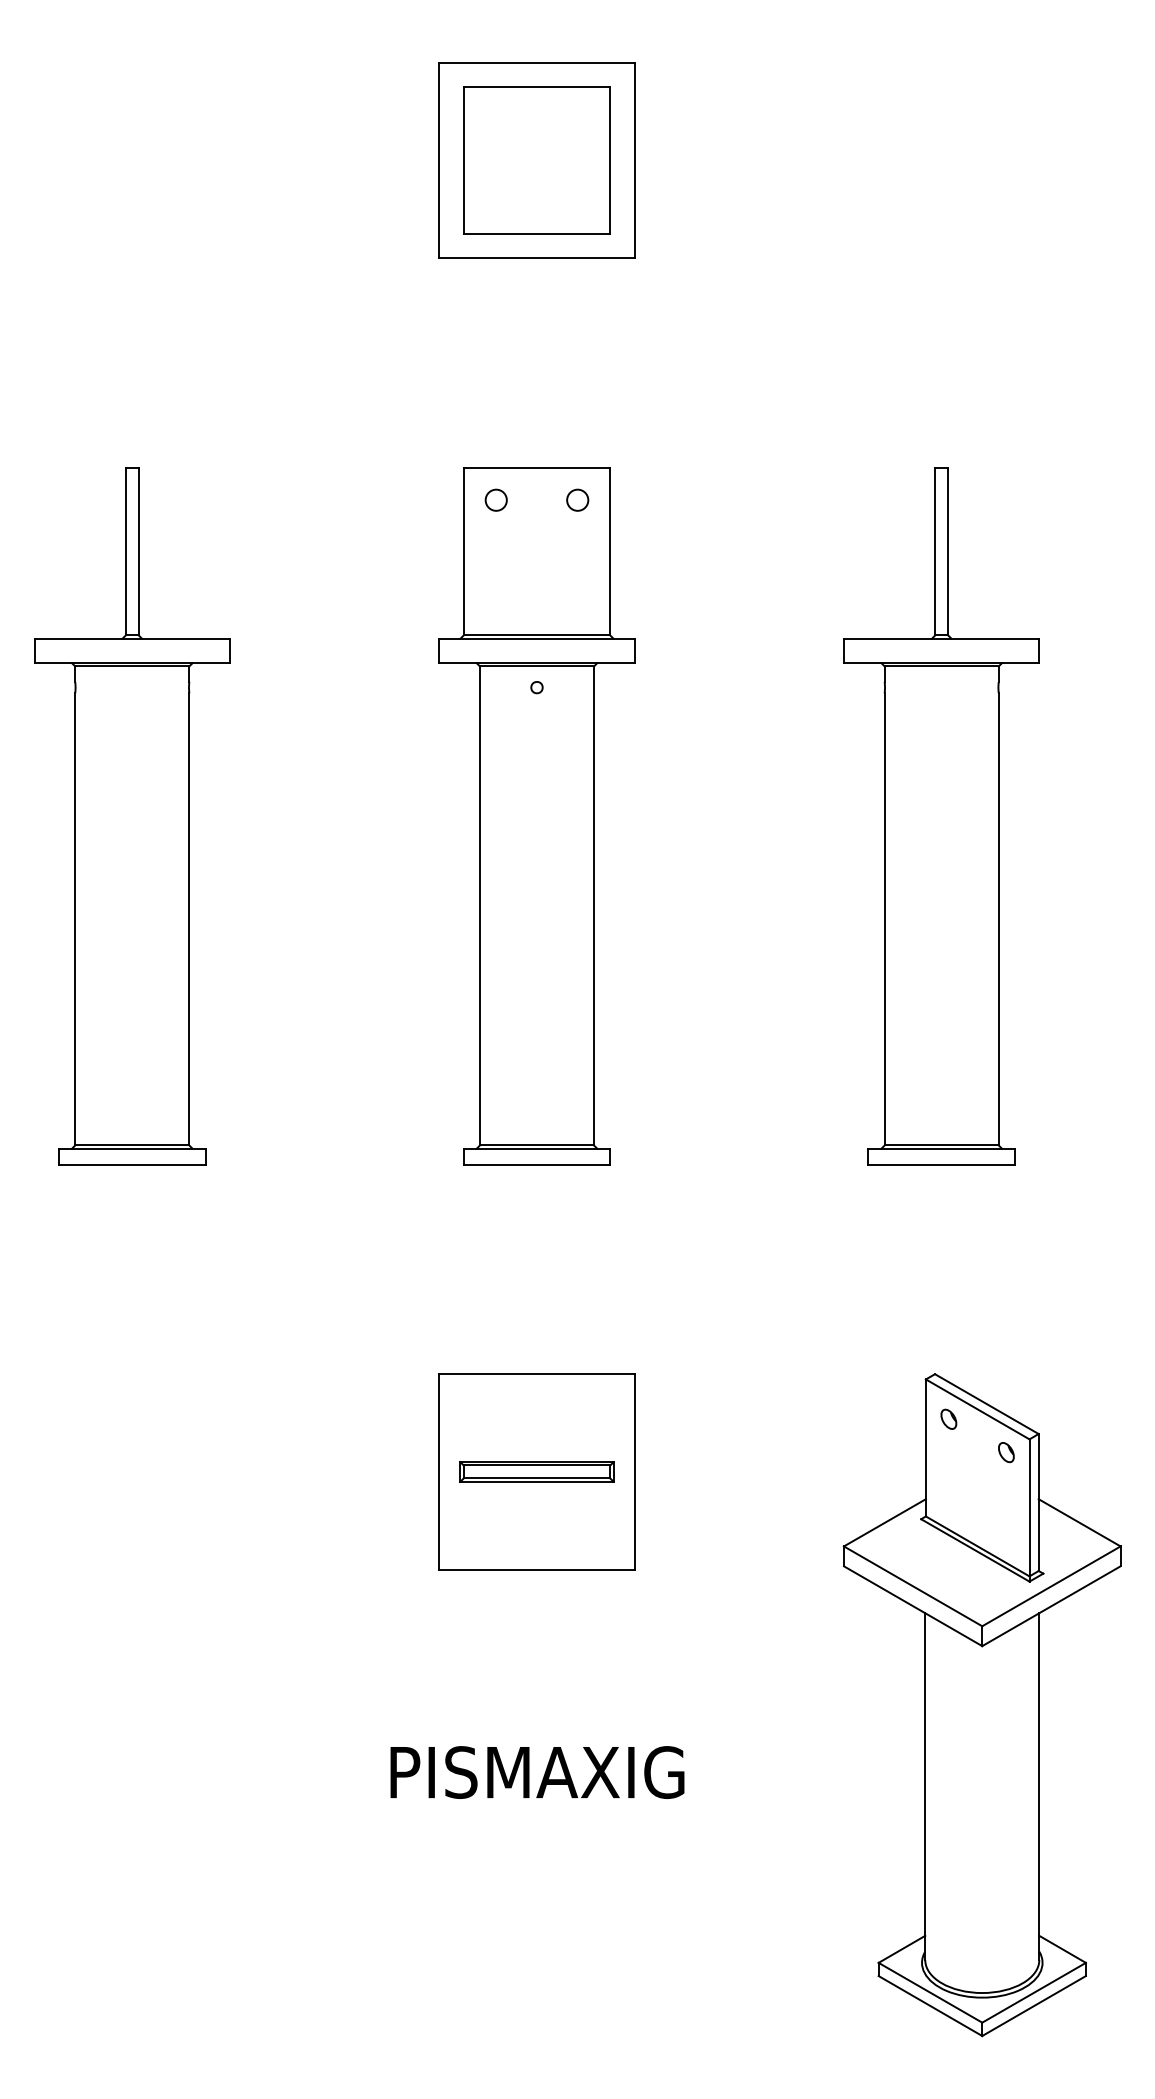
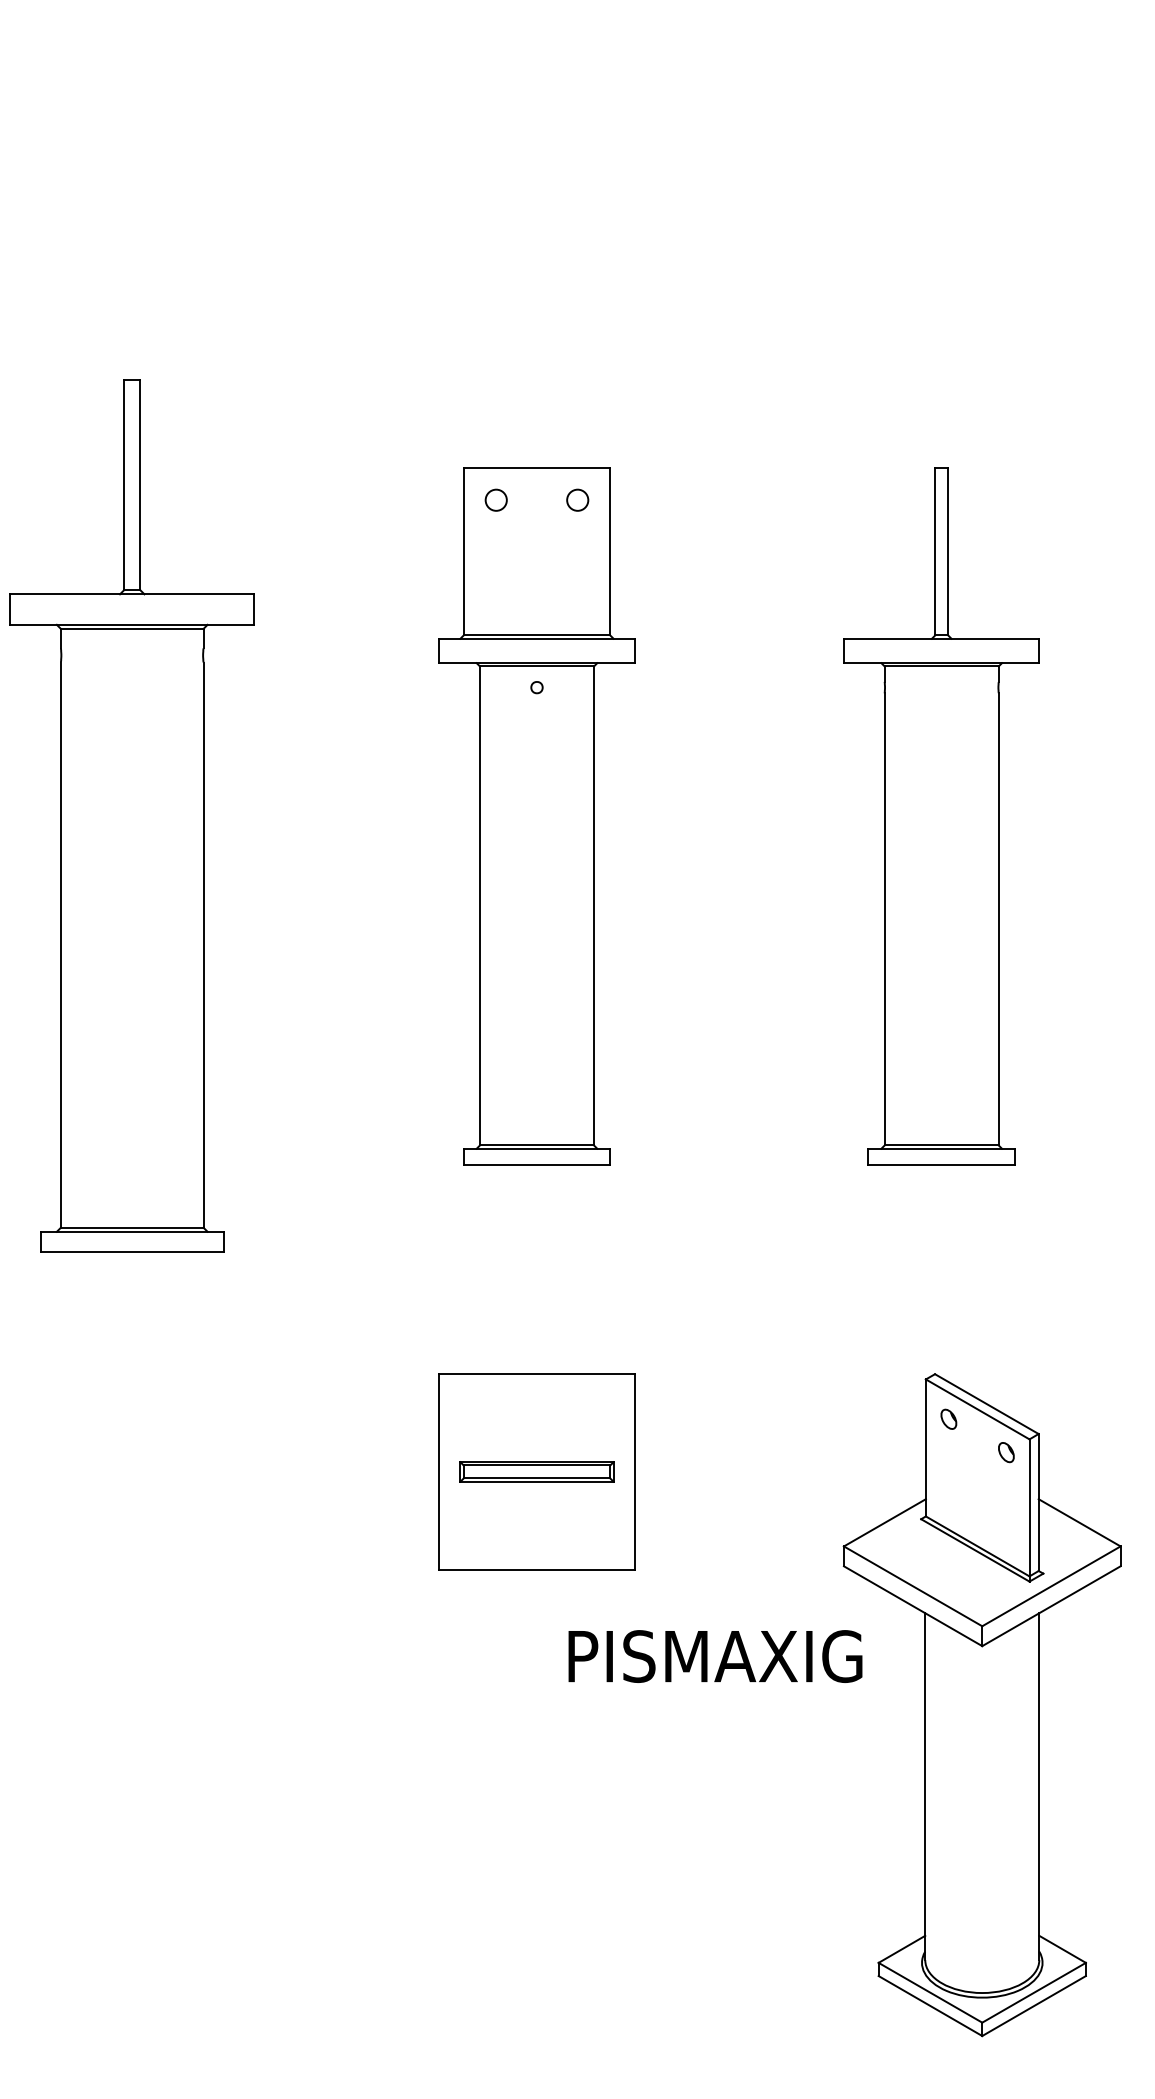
part at (536, 160): present -> none
part at (132, 816) size: 197x699 px -> 246x874 px
text at (537, 1772) position: (537, 1772) -> (715, 1656)
